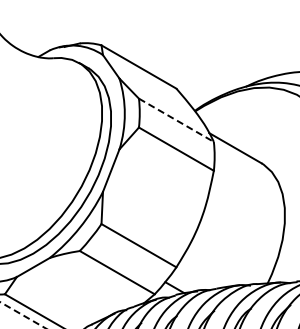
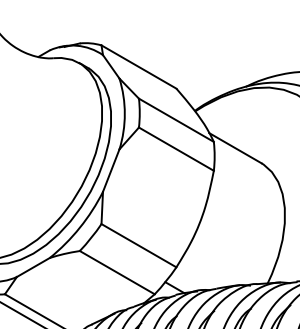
line at (176, 120): dashed -> solid
line at (22, 315): dashed -> solid
